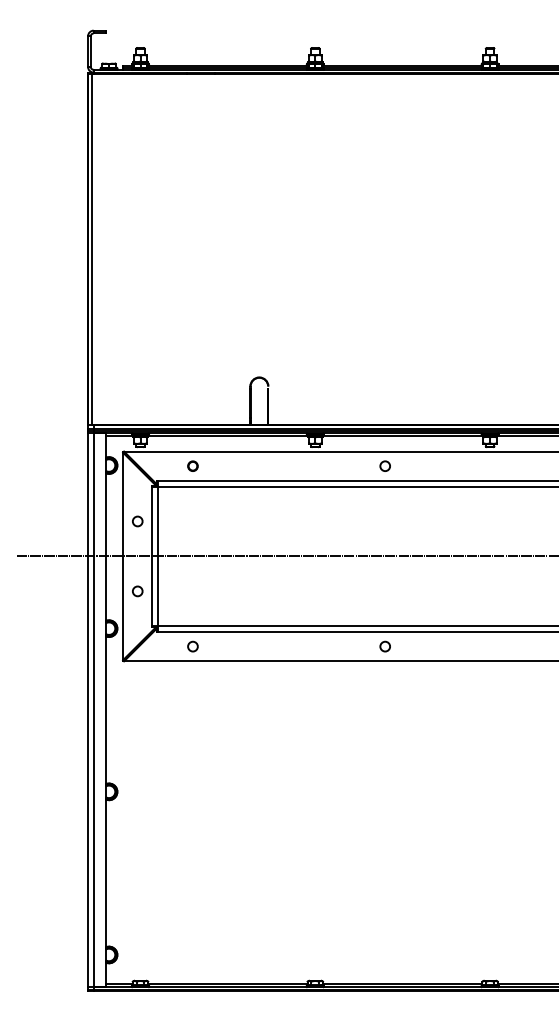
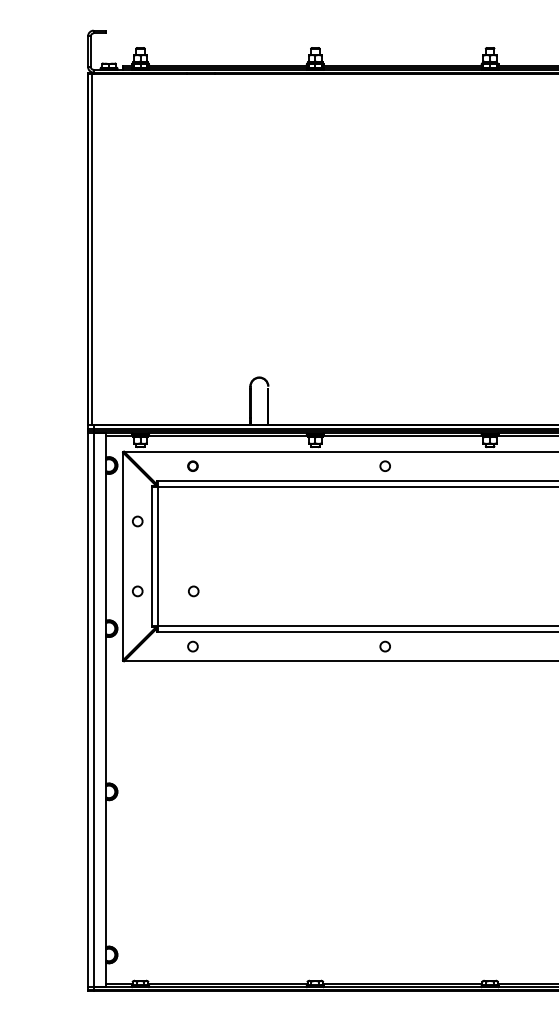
line at (285, 556): present -> none
circle at (193, 591): none -> present
